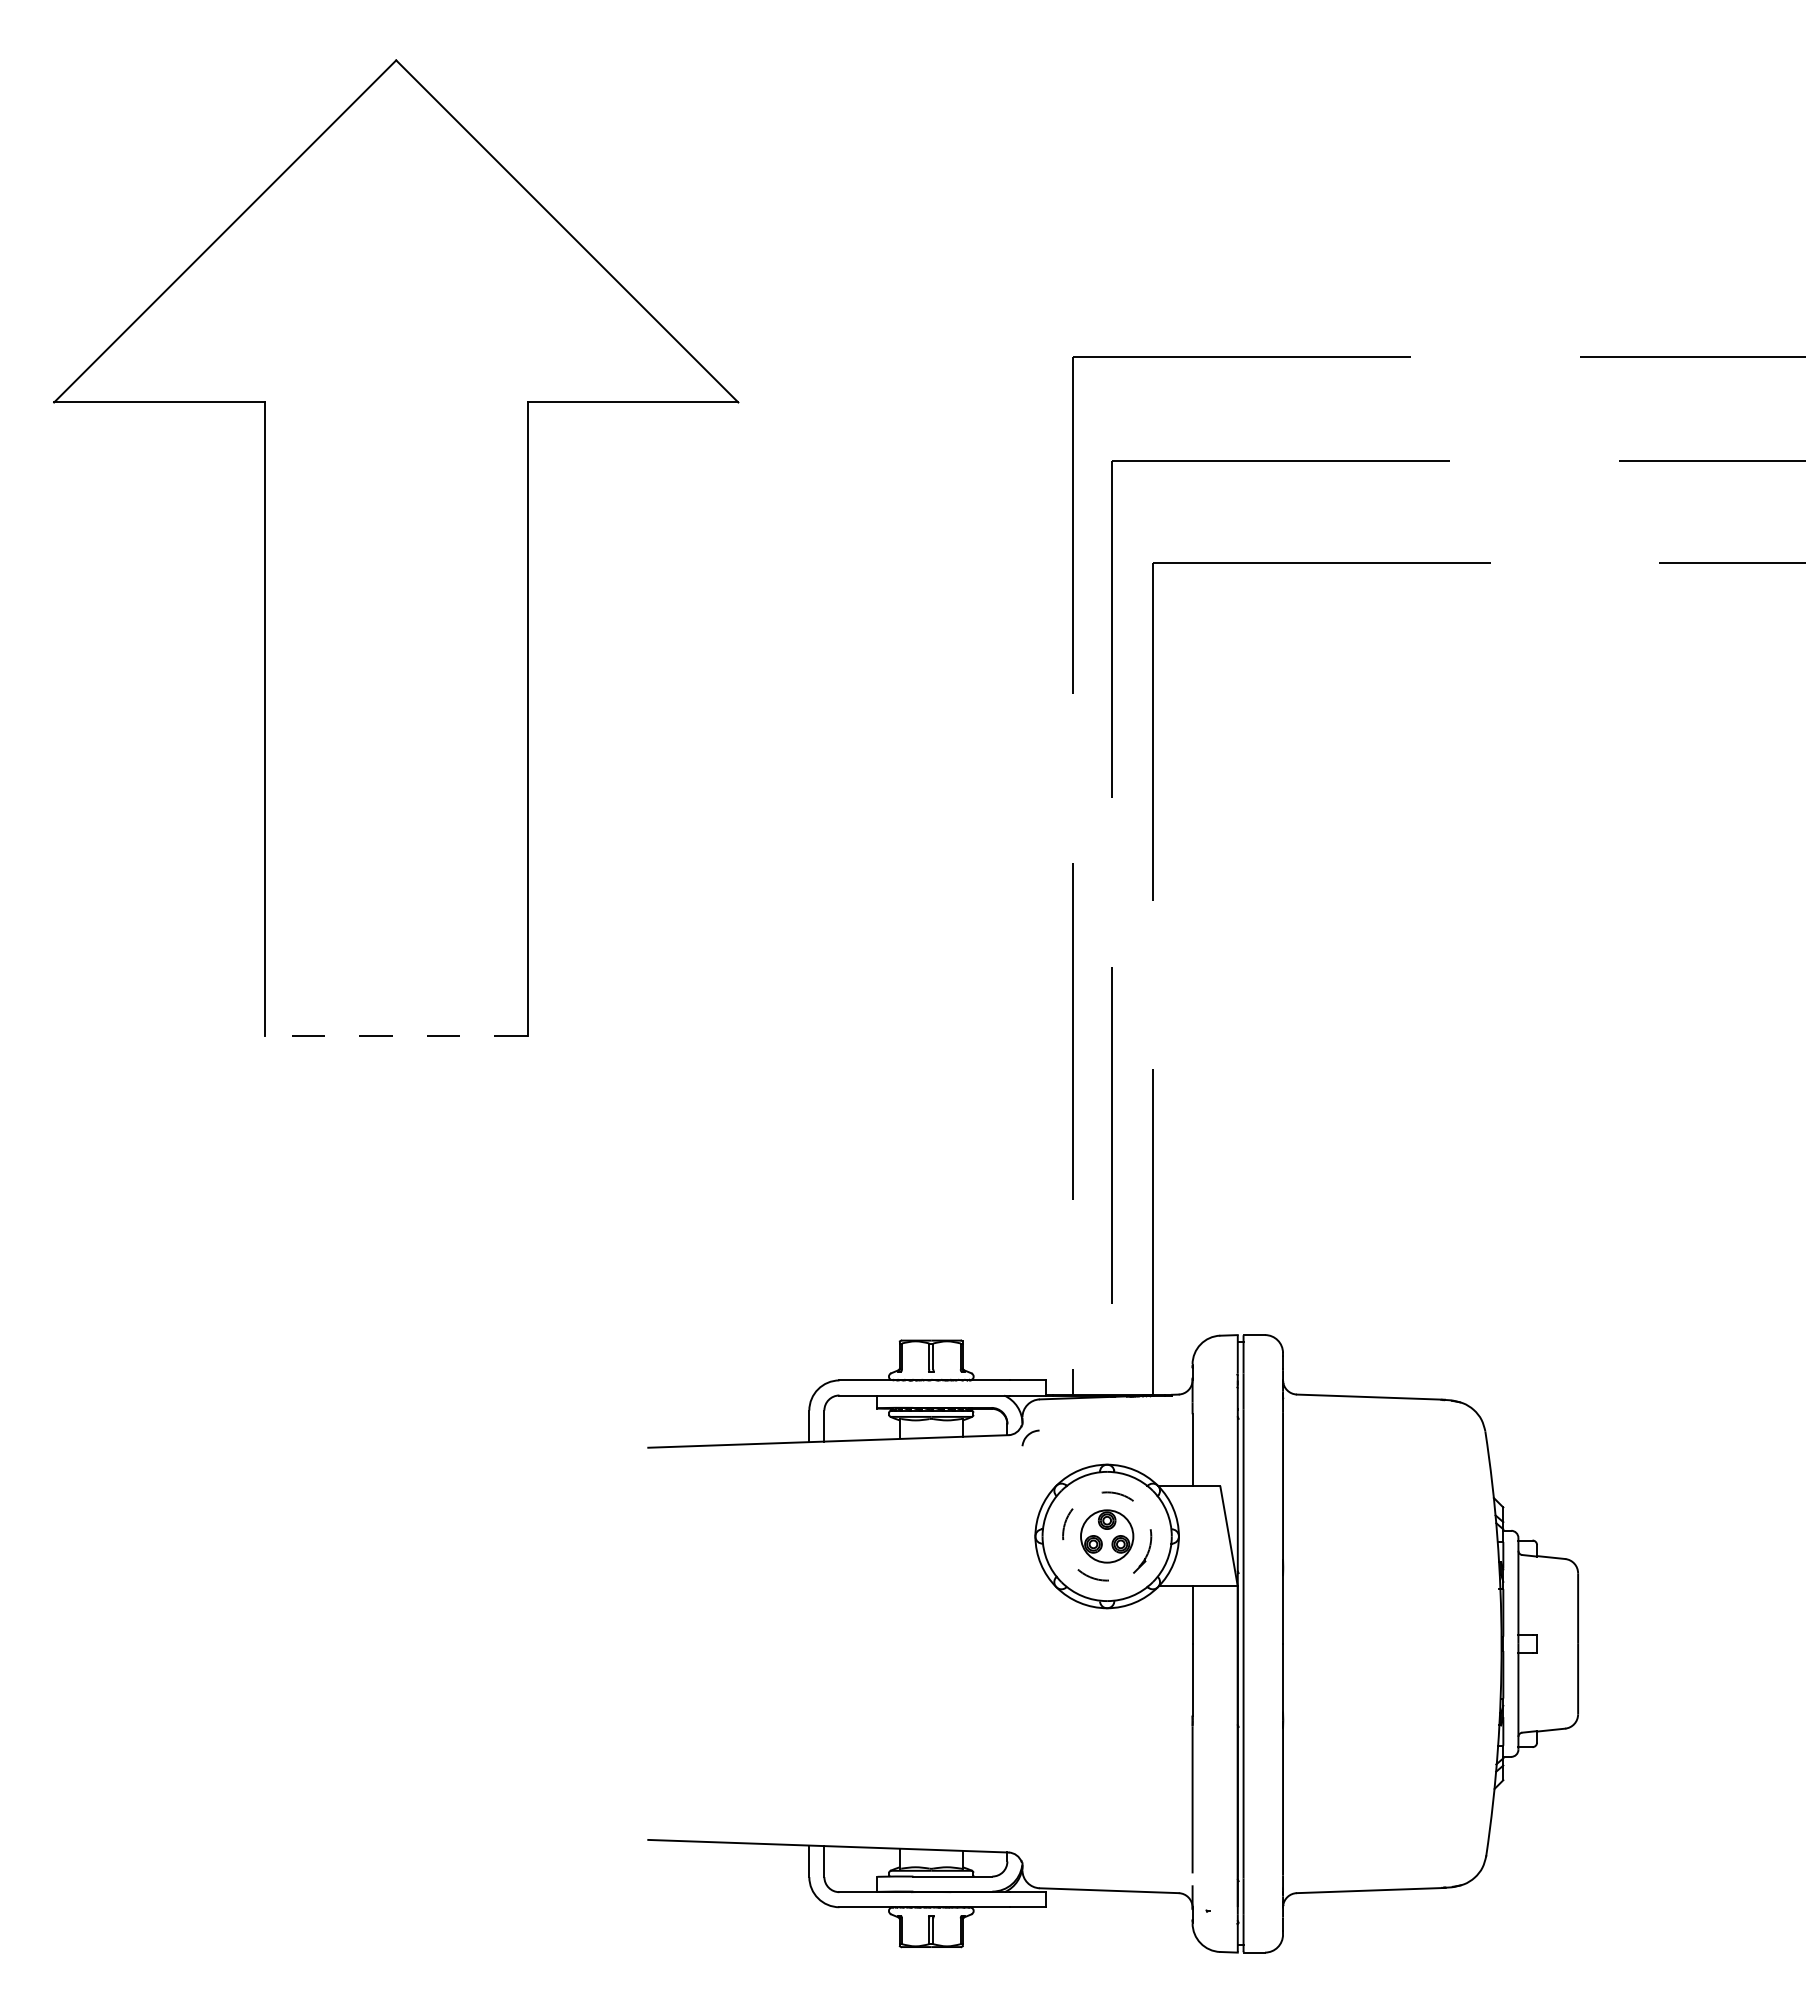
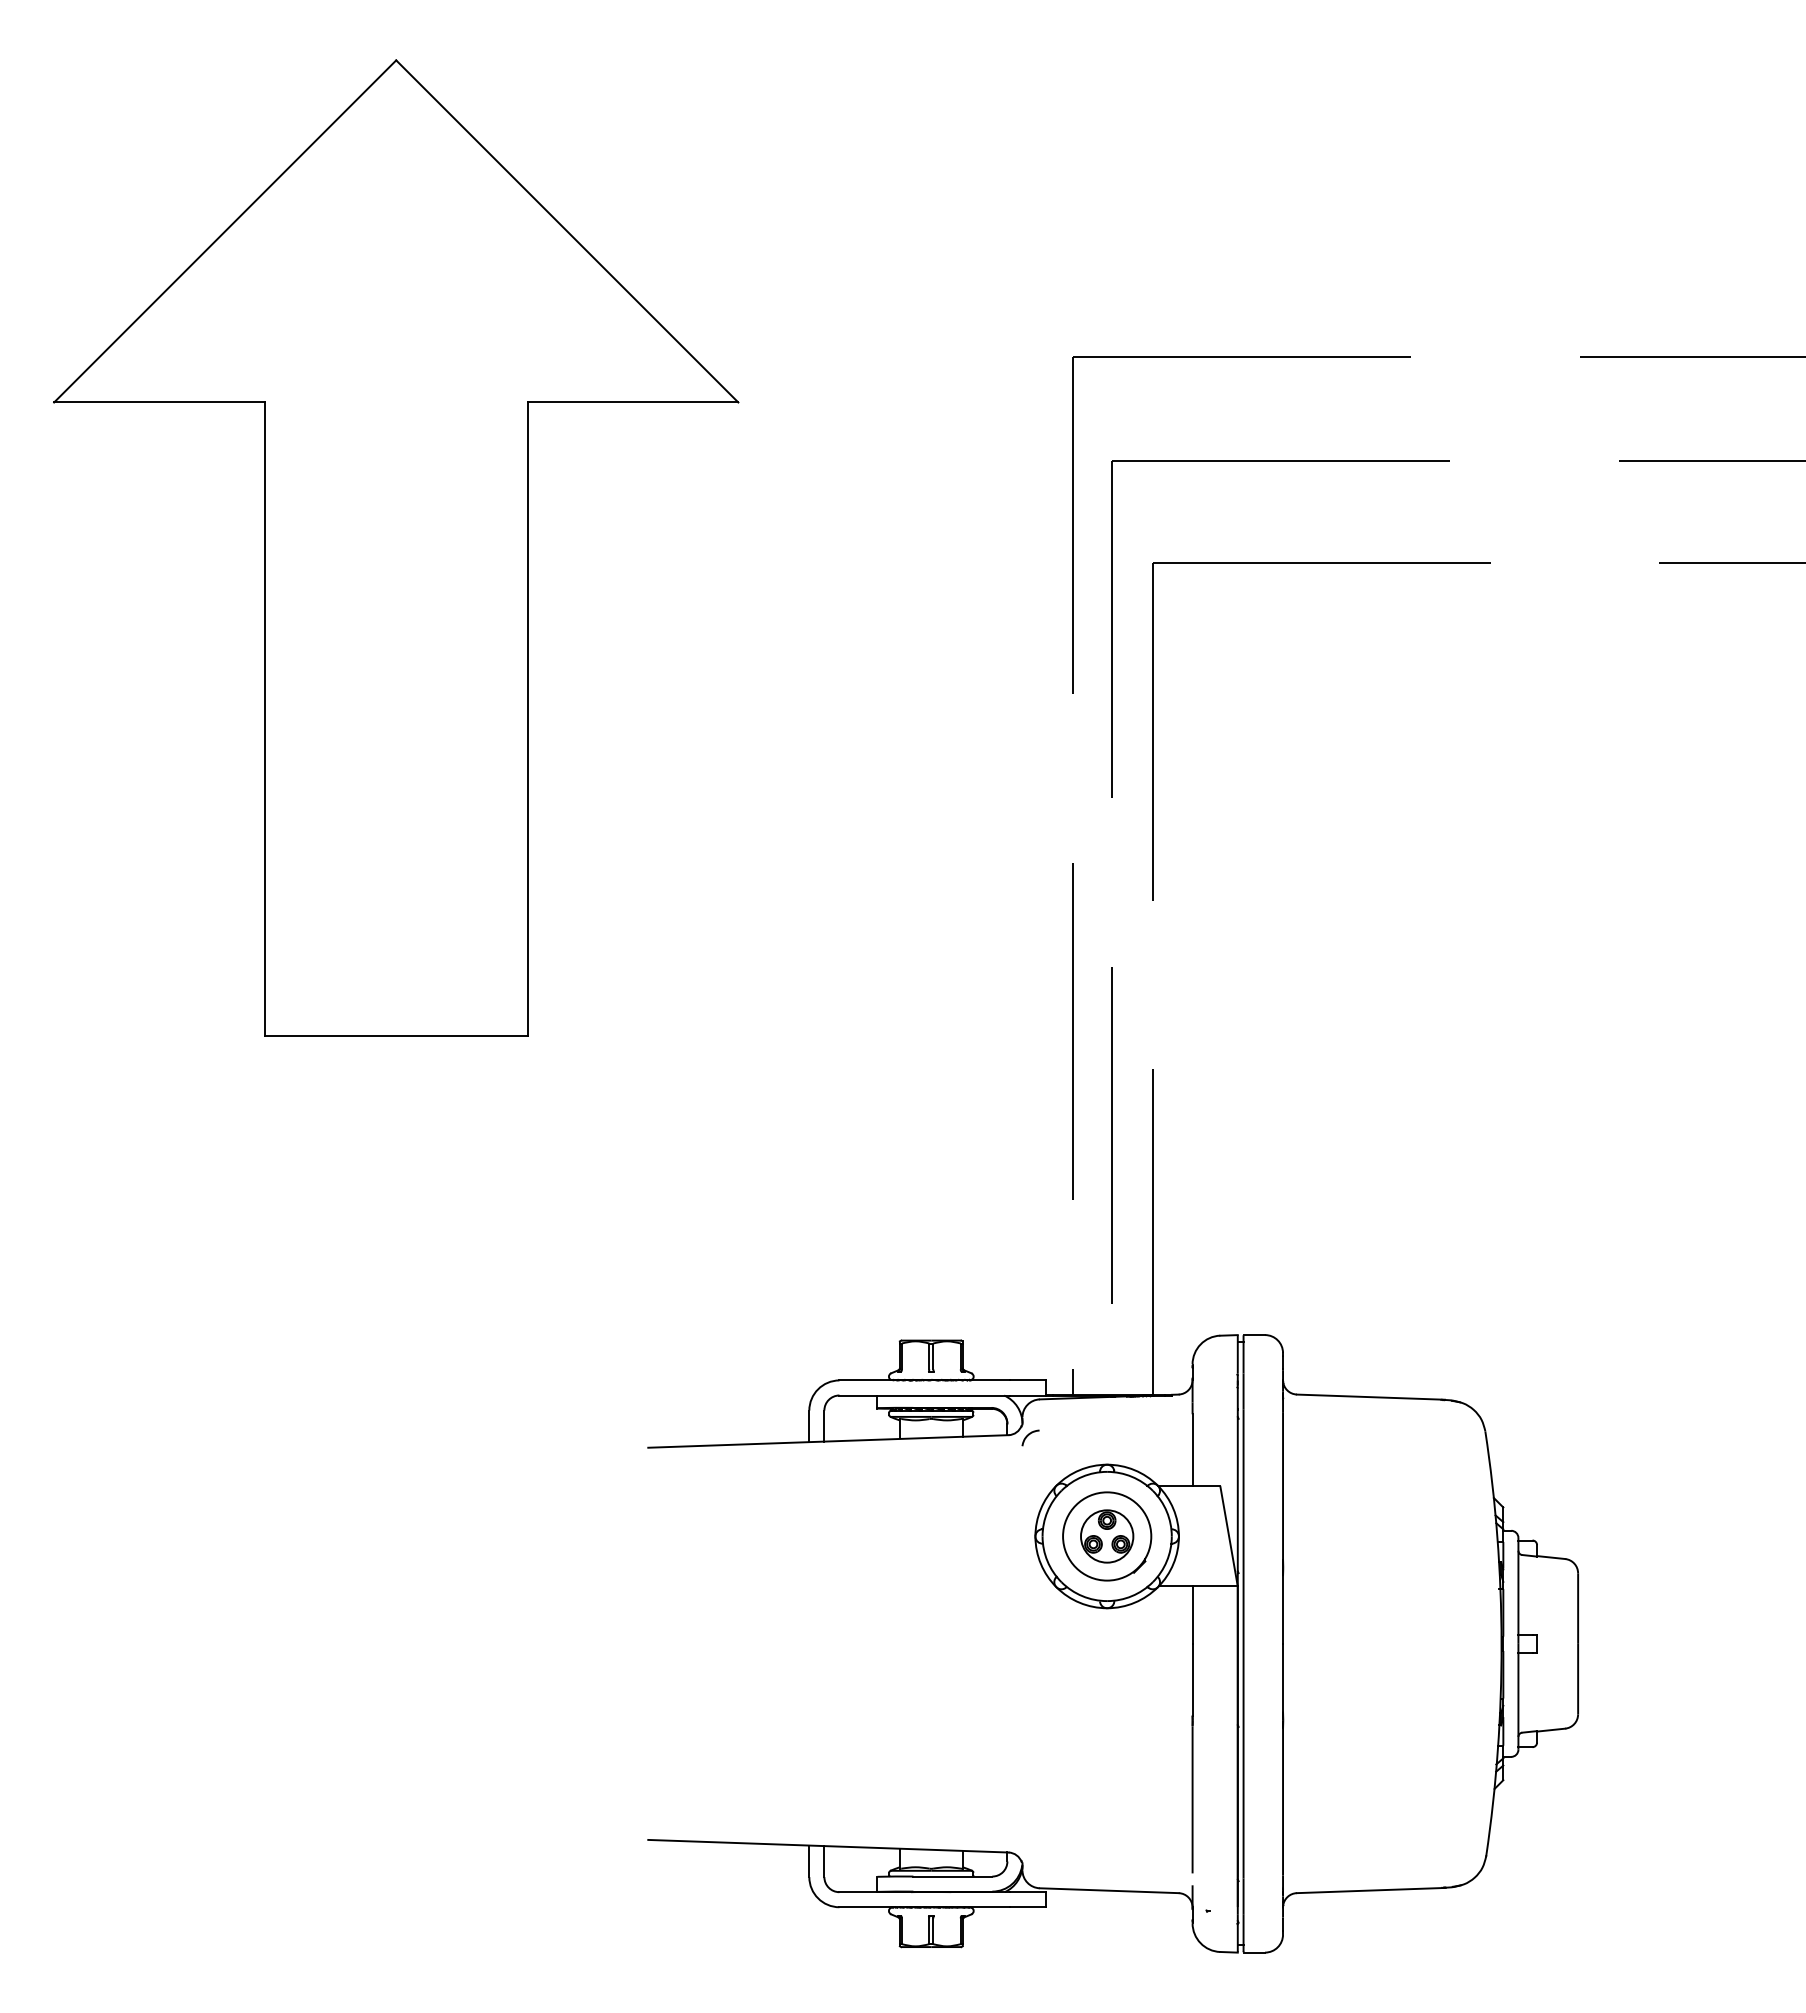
line at (396, 1036): dashed -> solid
circle at (1107, 1536): dashed -> solid
